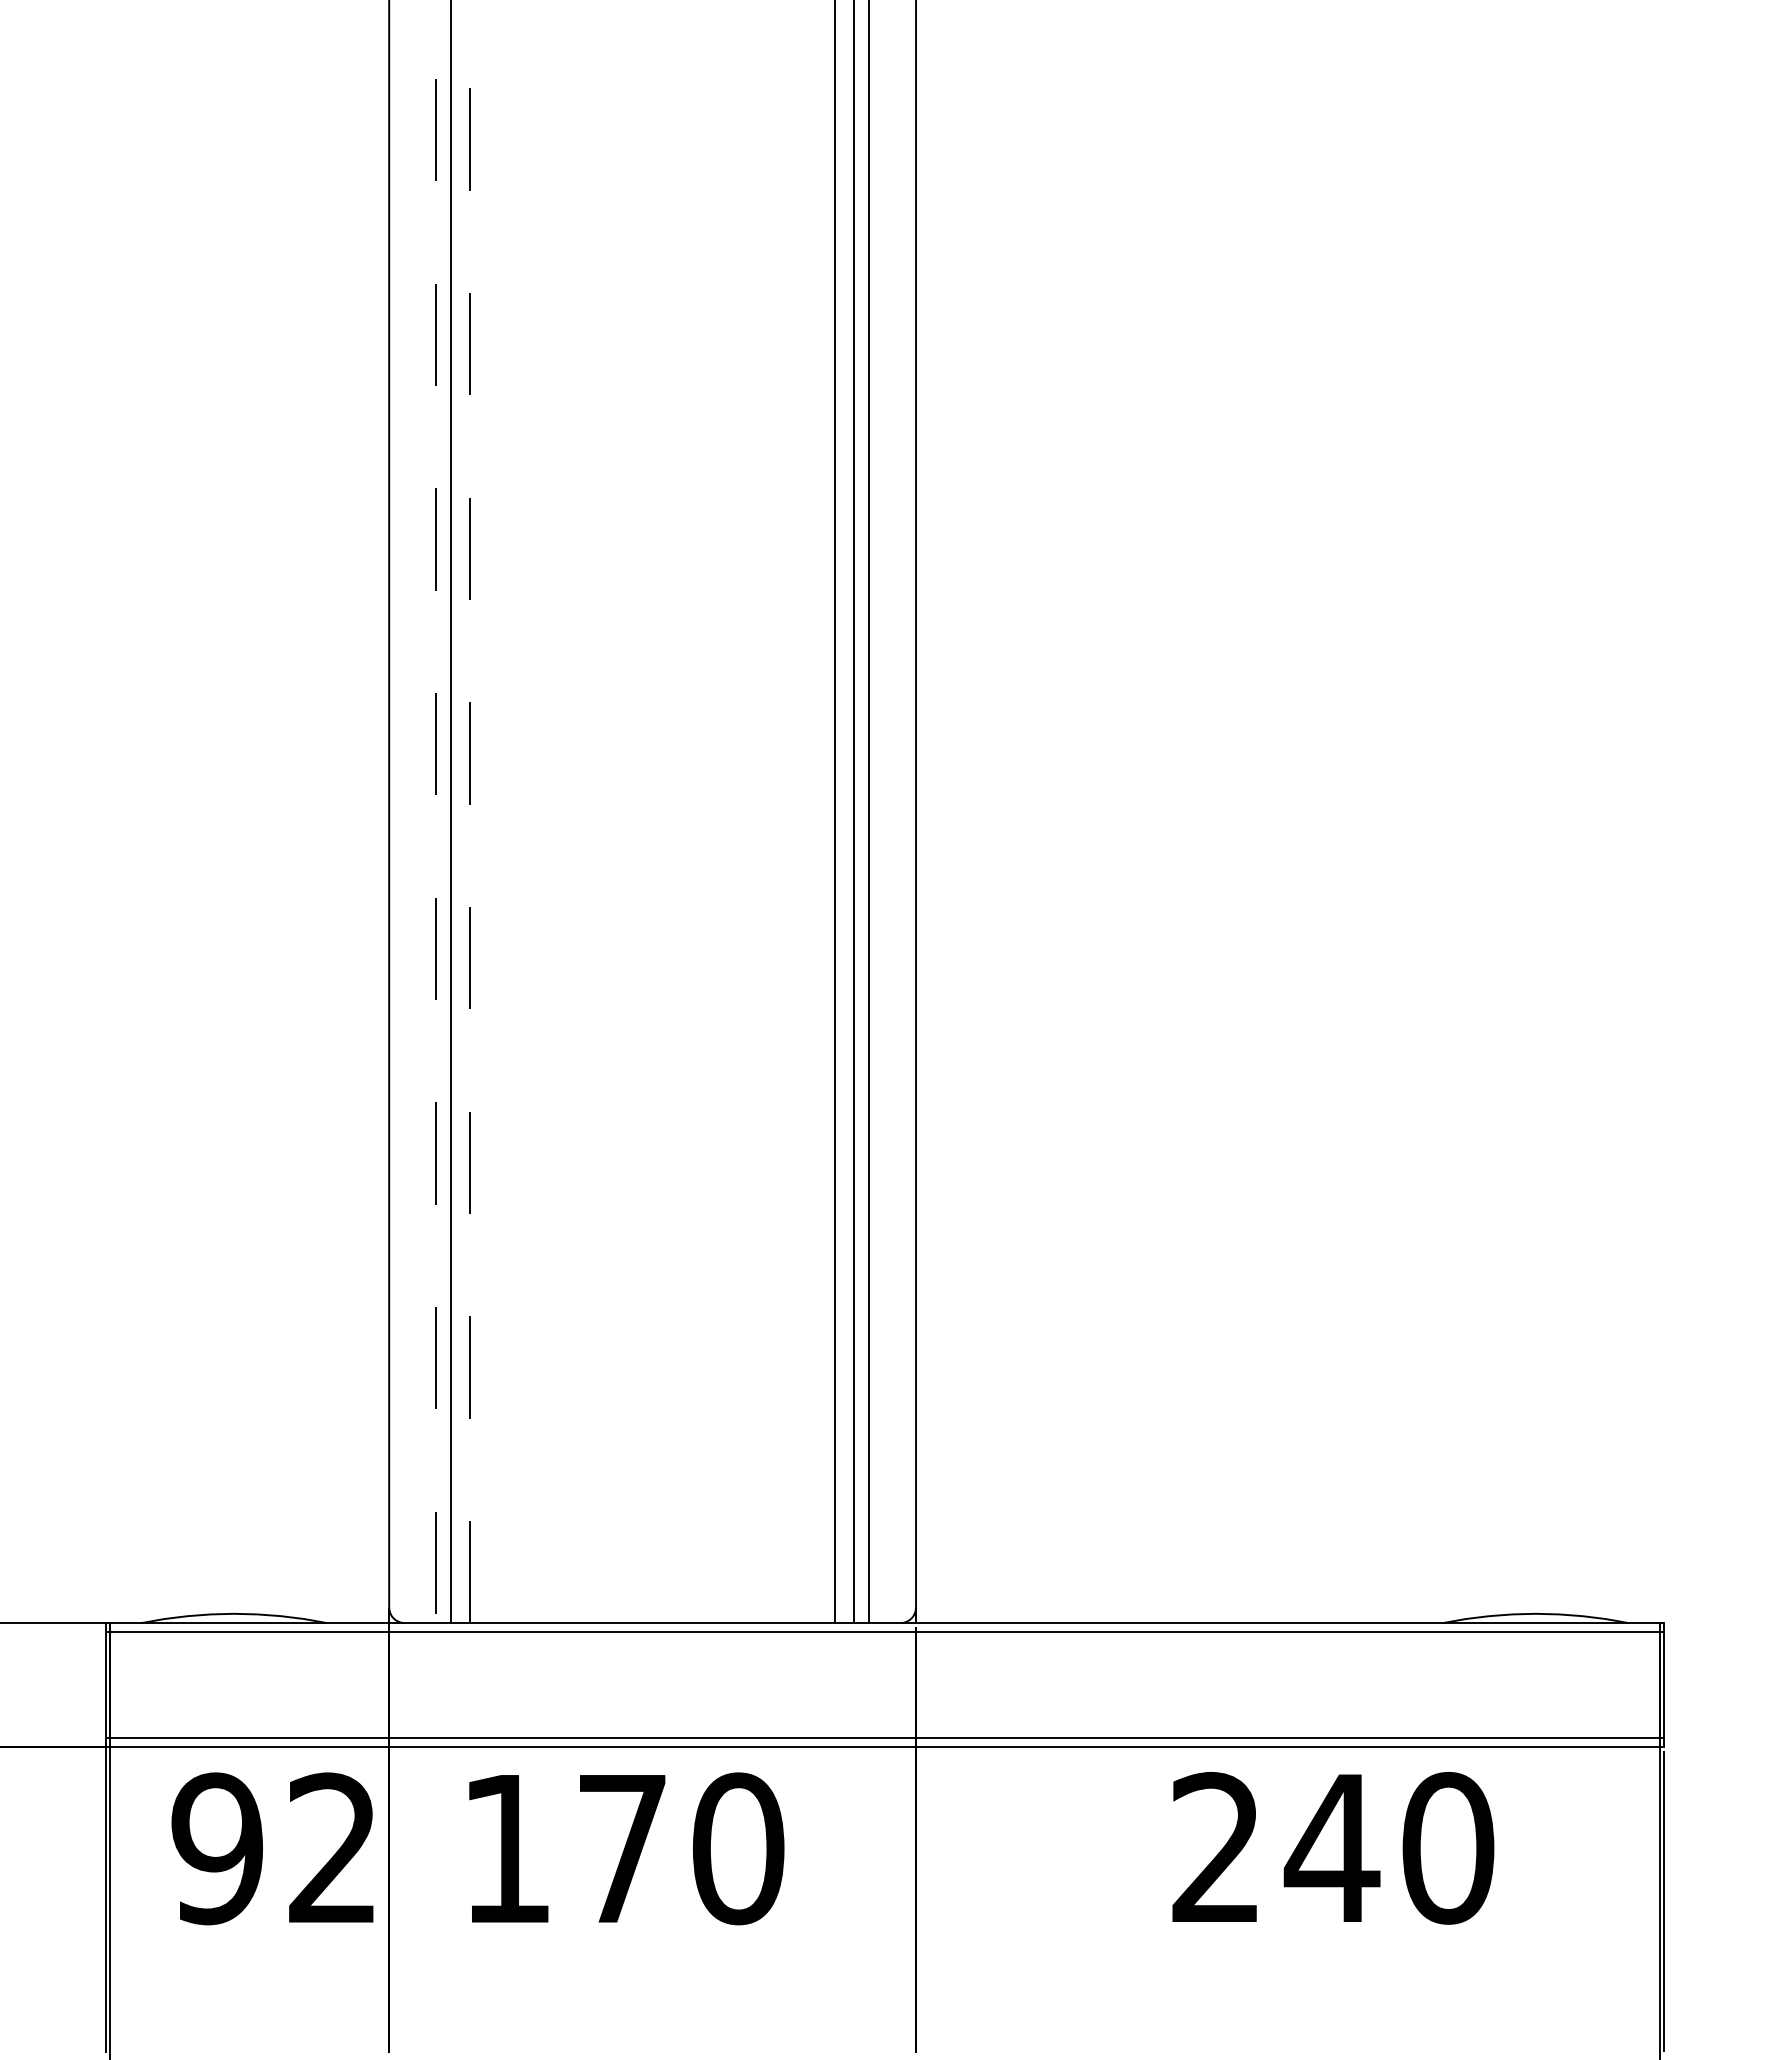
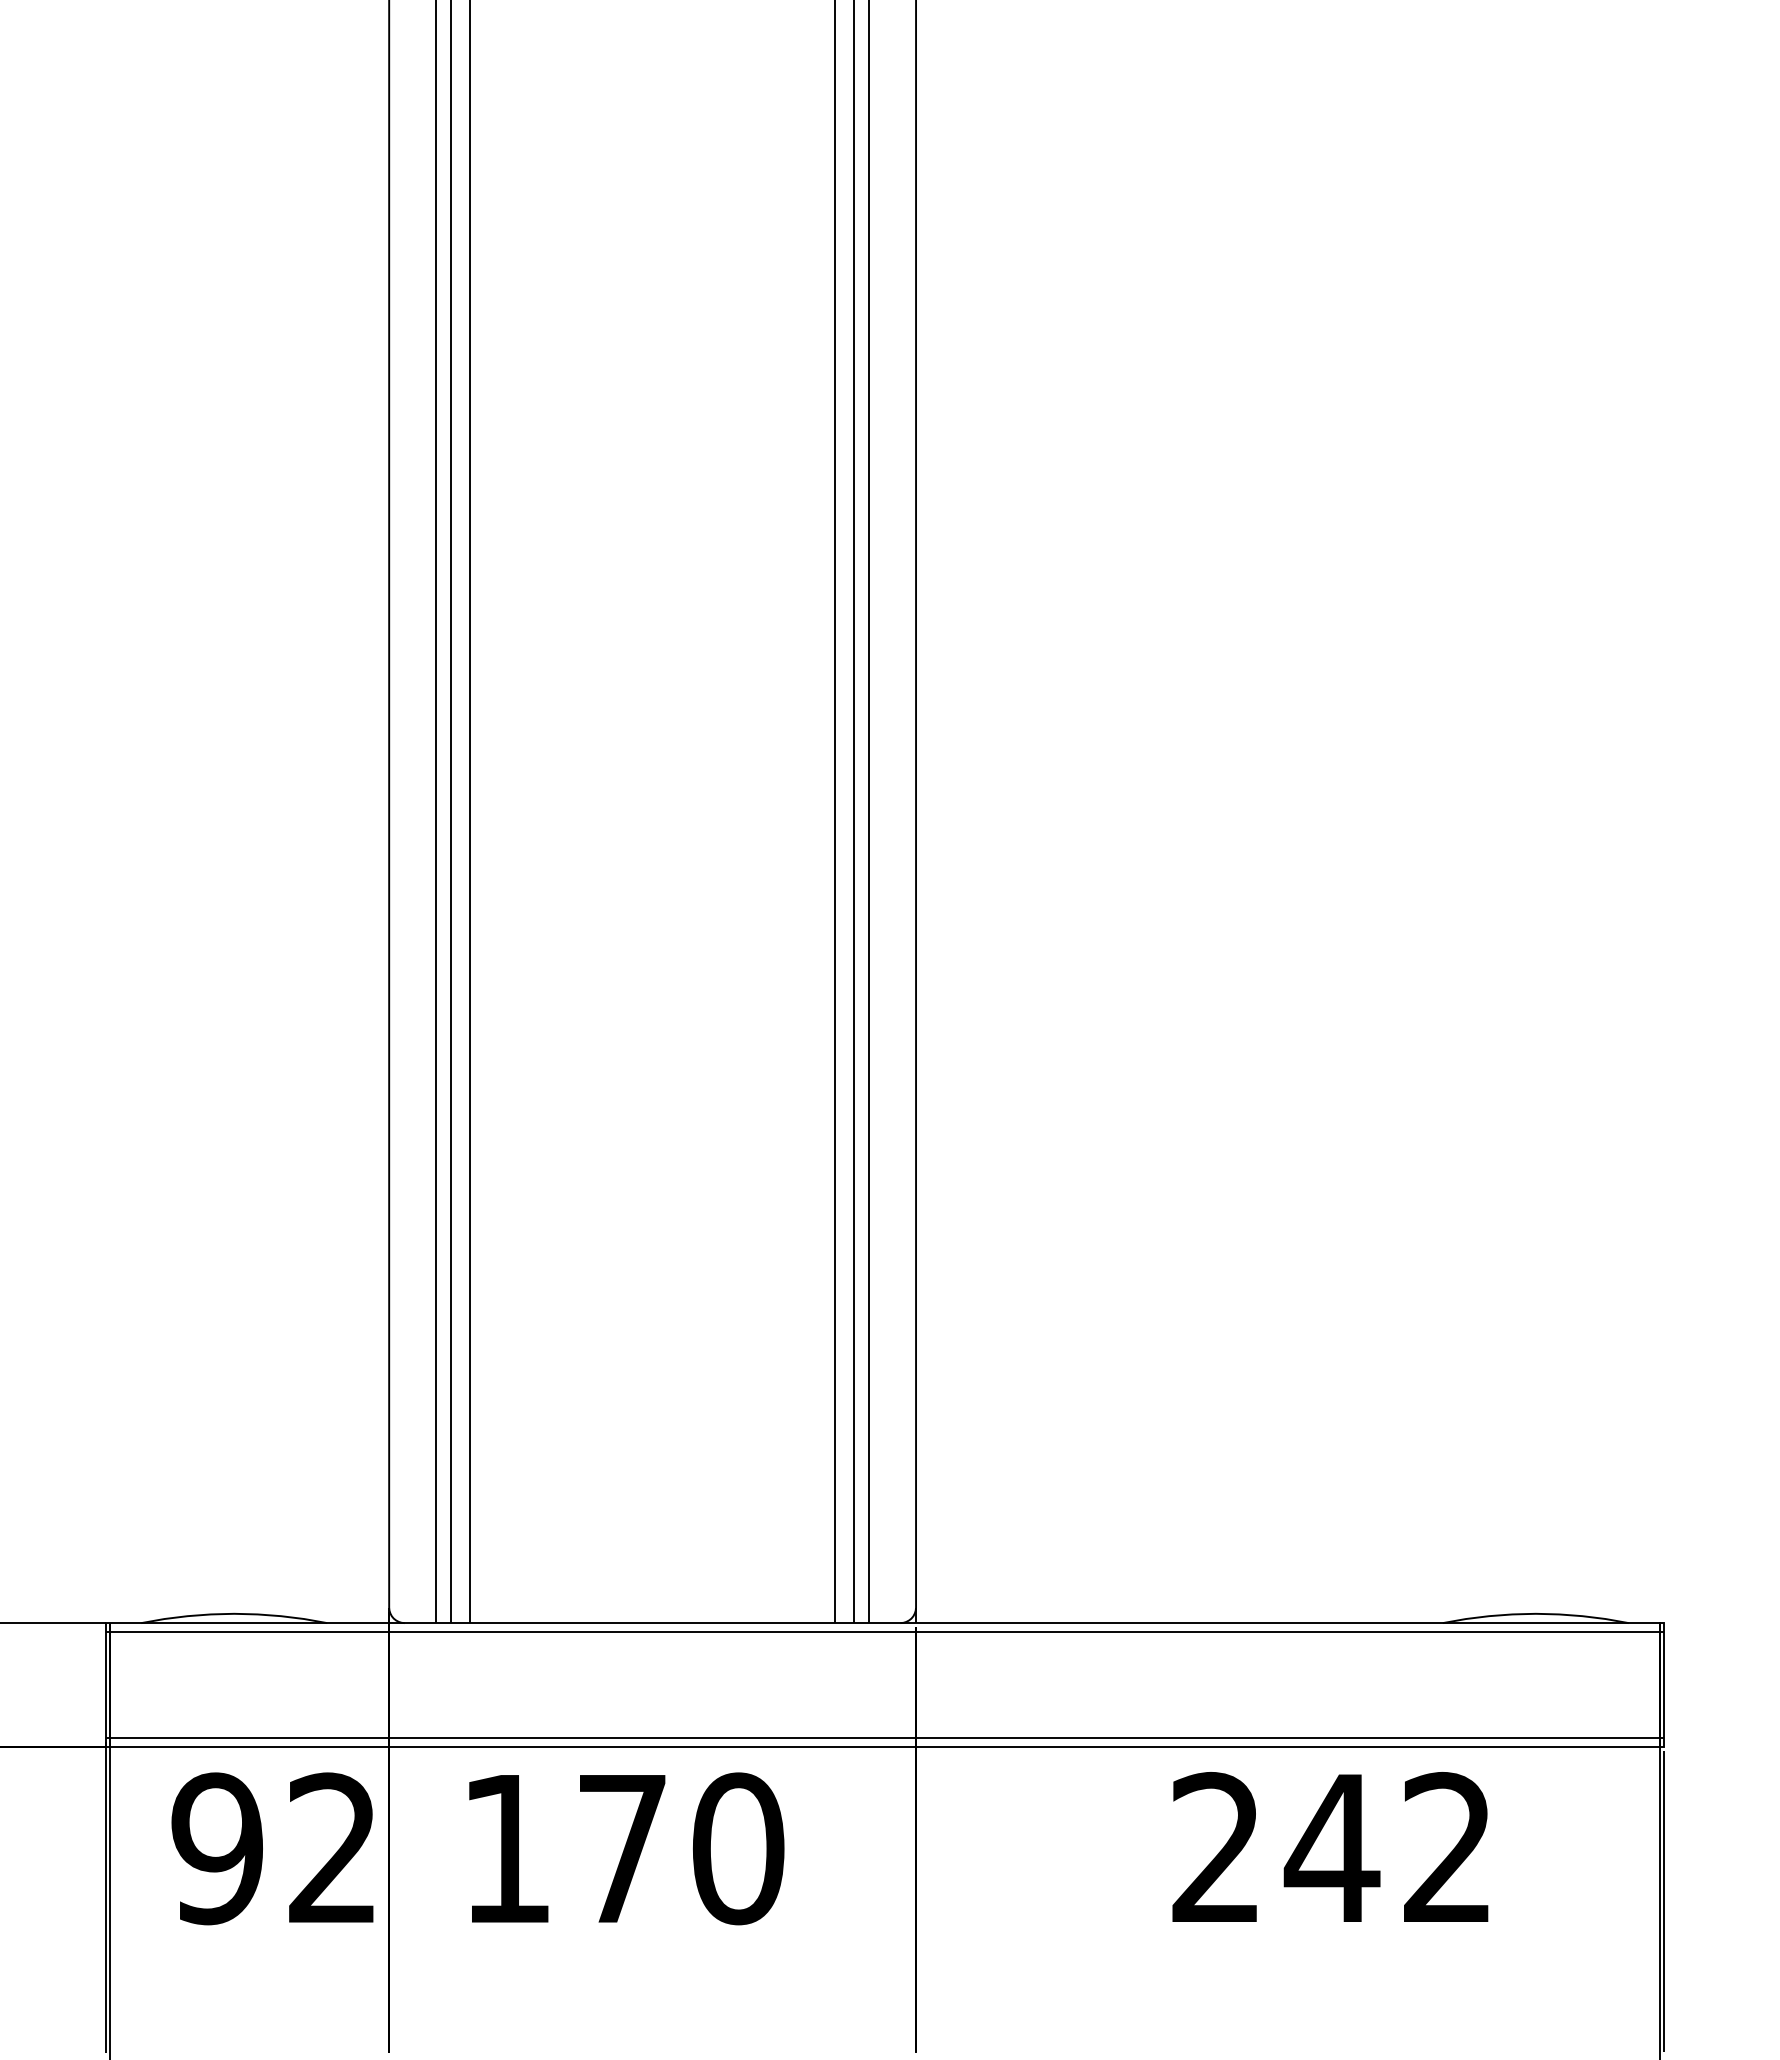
line at (435, 812): dashed -> solid
line at (469, 812): dashed -> solid
text at (1448, 1847): 240 -> 242
